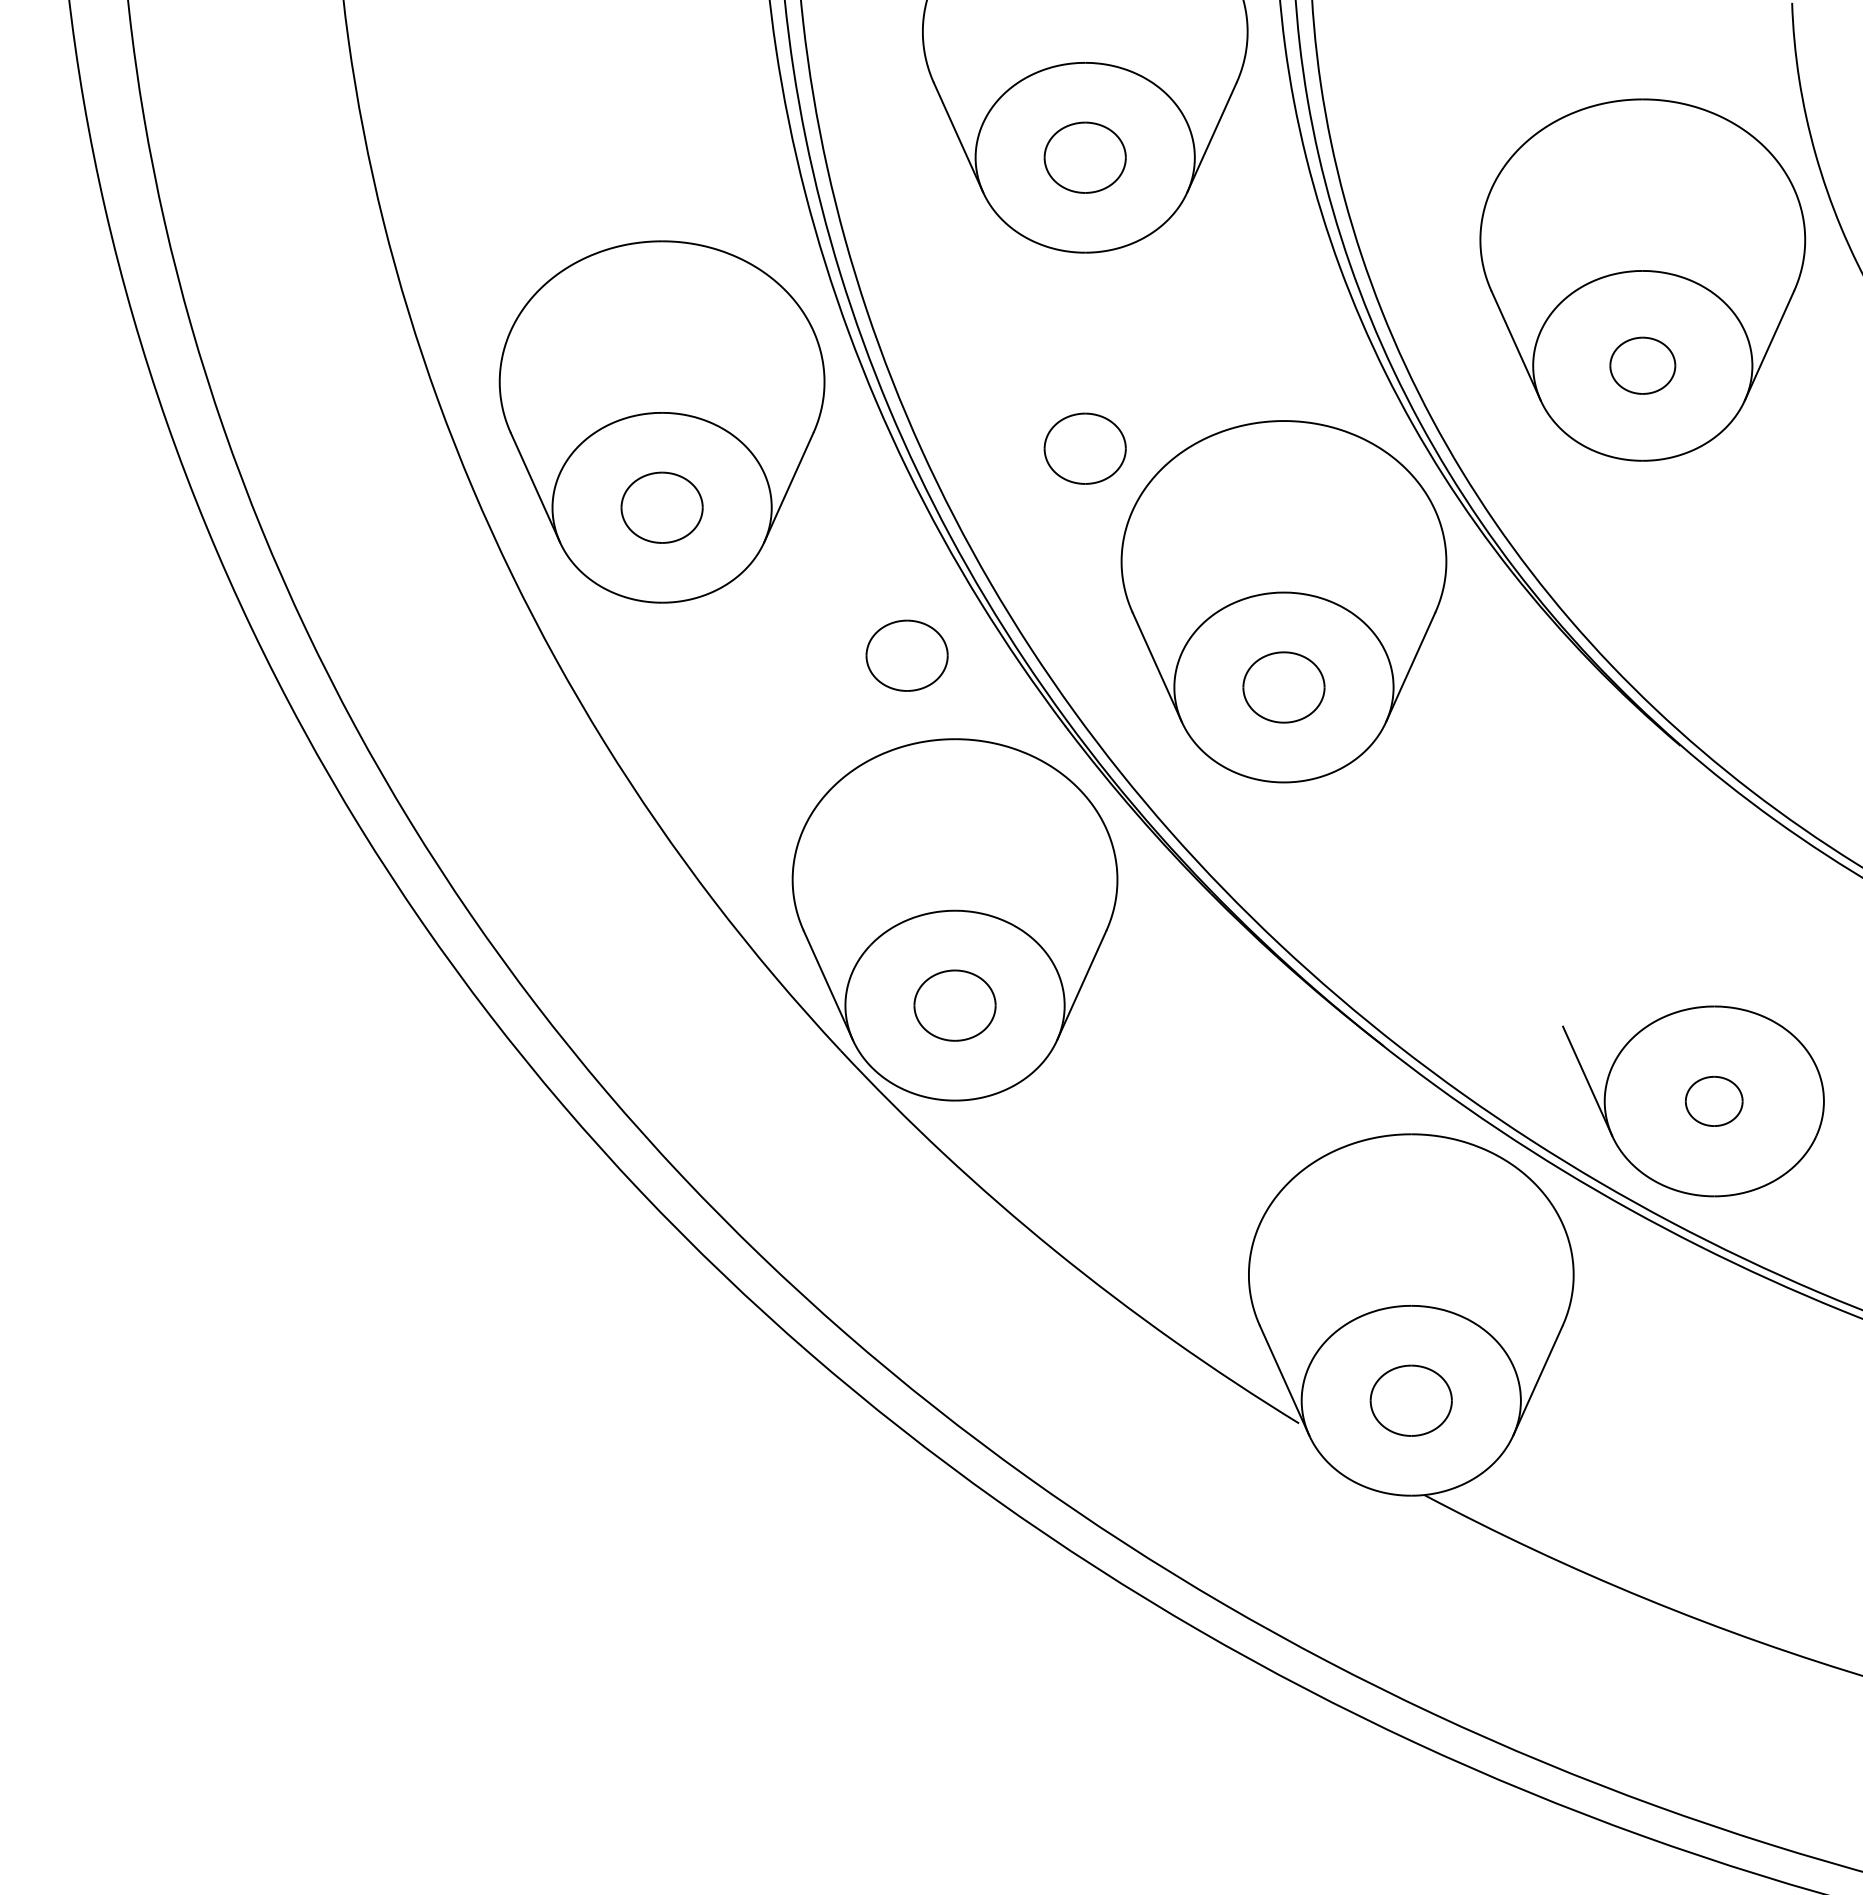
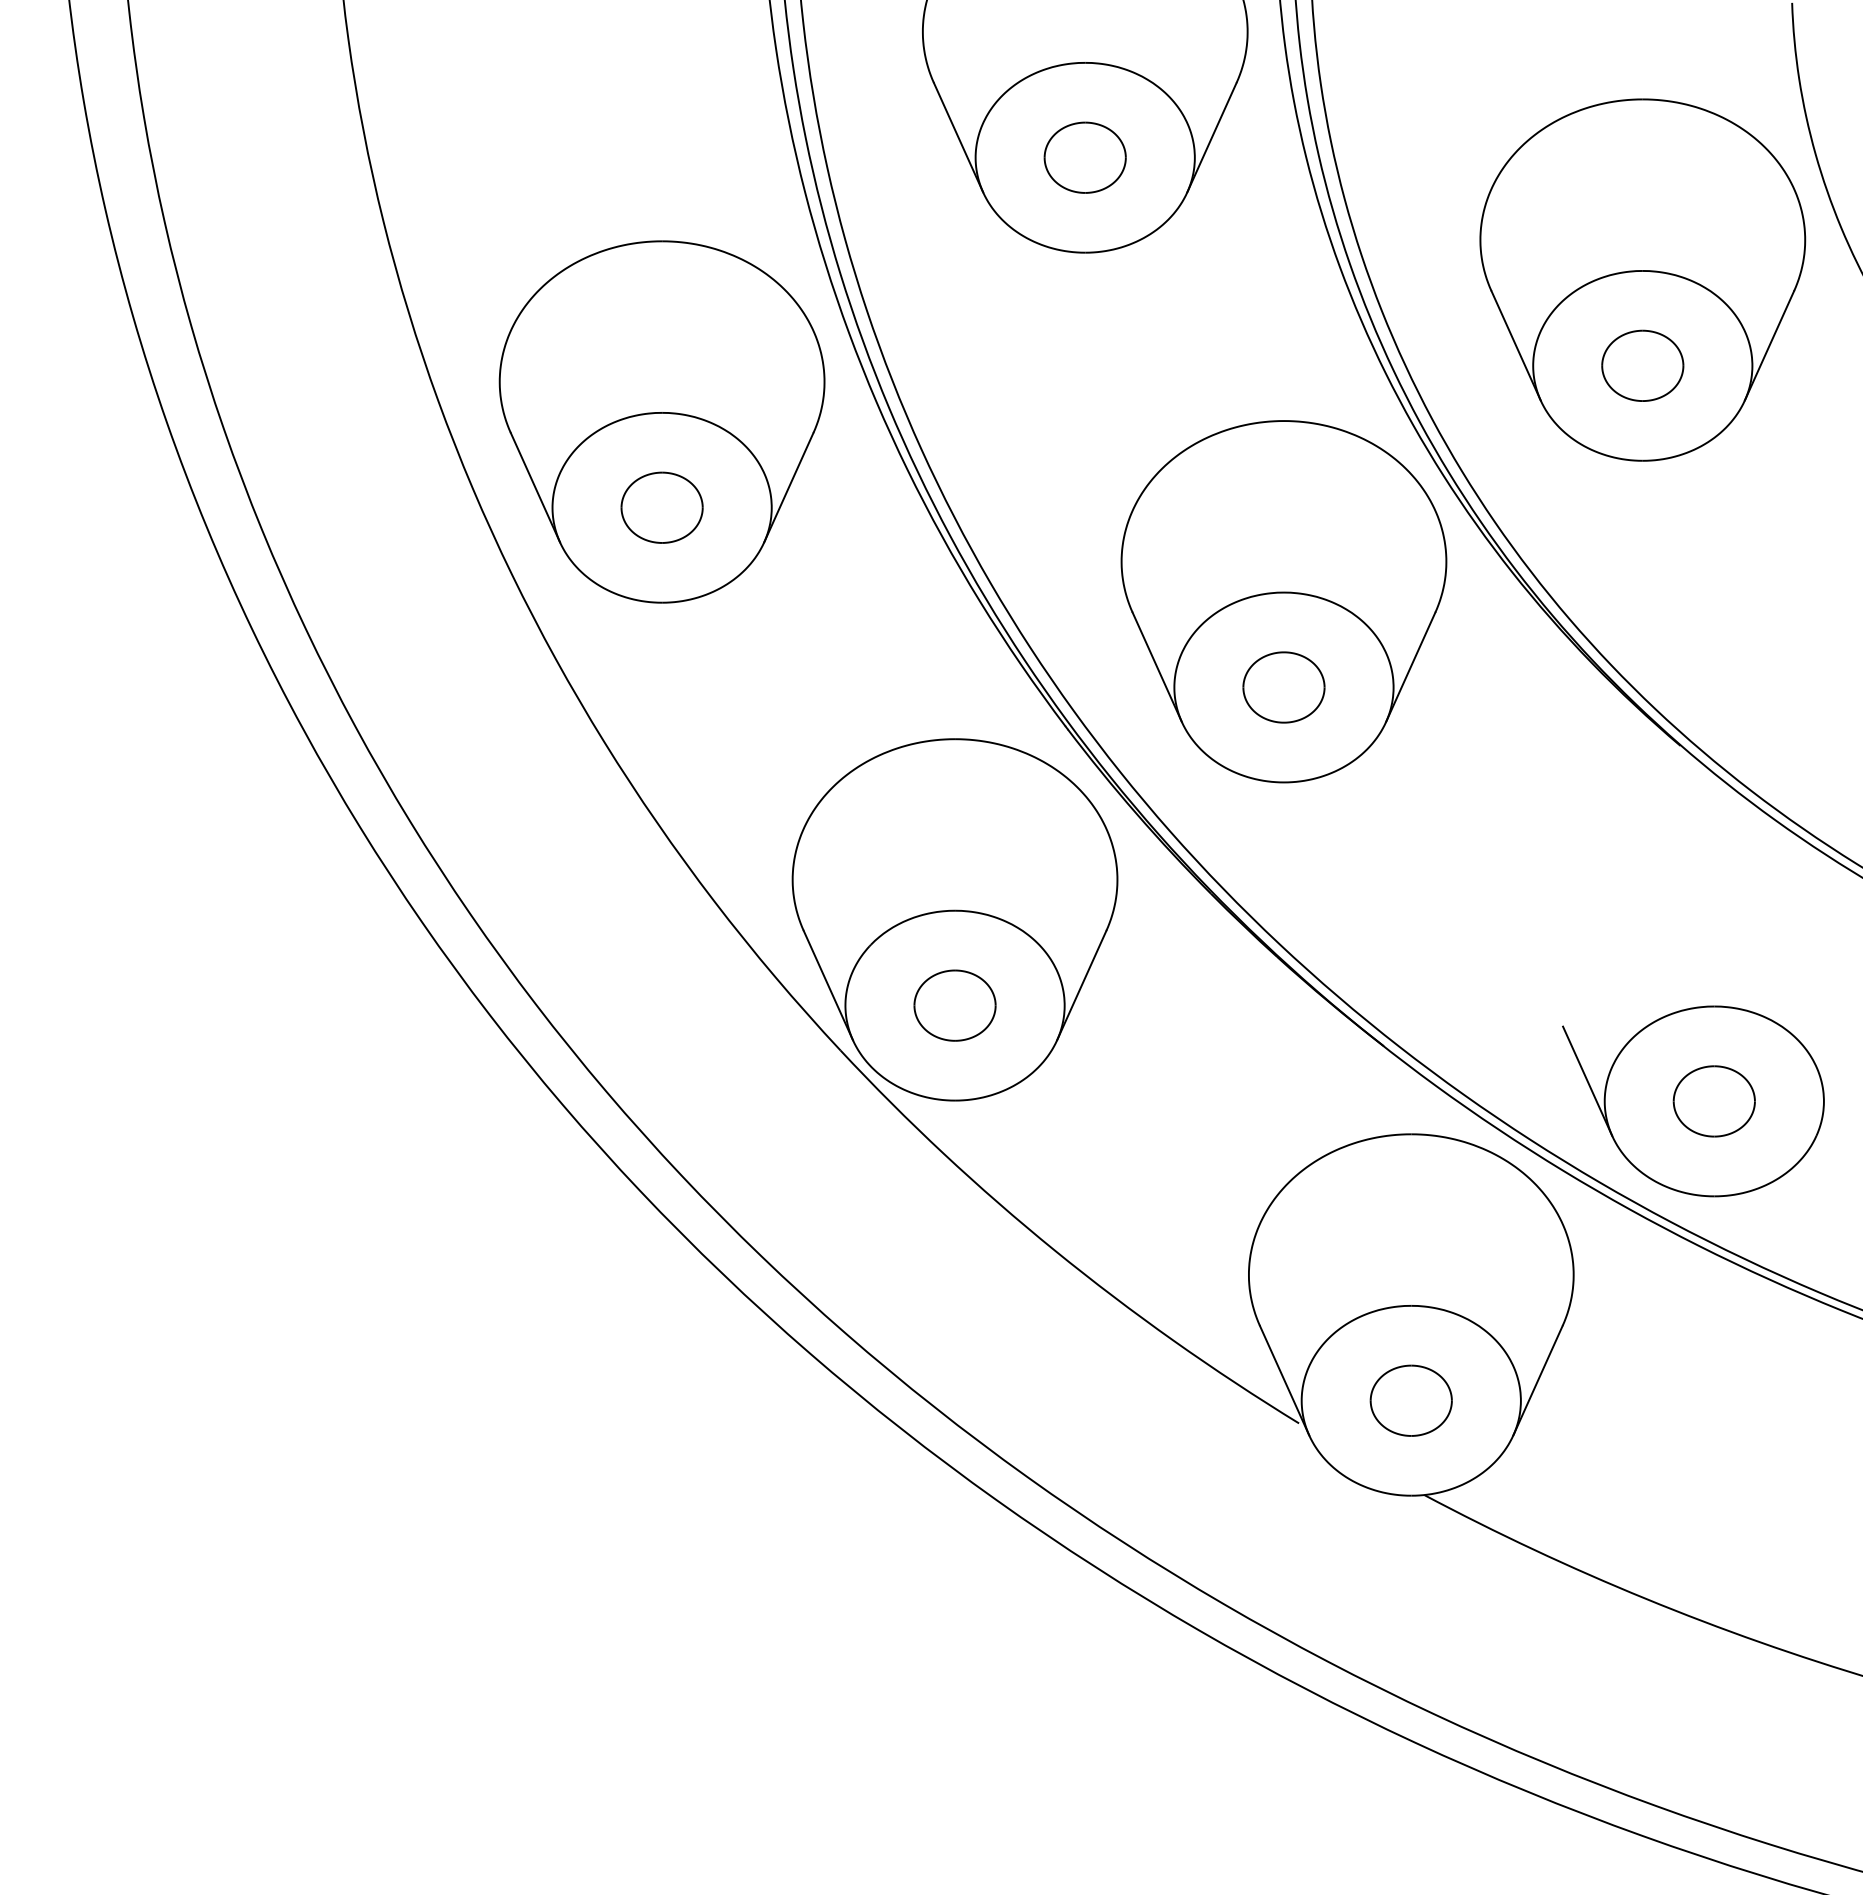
part at (1642, 365) size: 68x59 px -> 84x73 px
part at (1084, 448): present -> none
part at (906, 655): present -> none
part at (1713, 1101) size: 60x51 px -> 84x73 px
